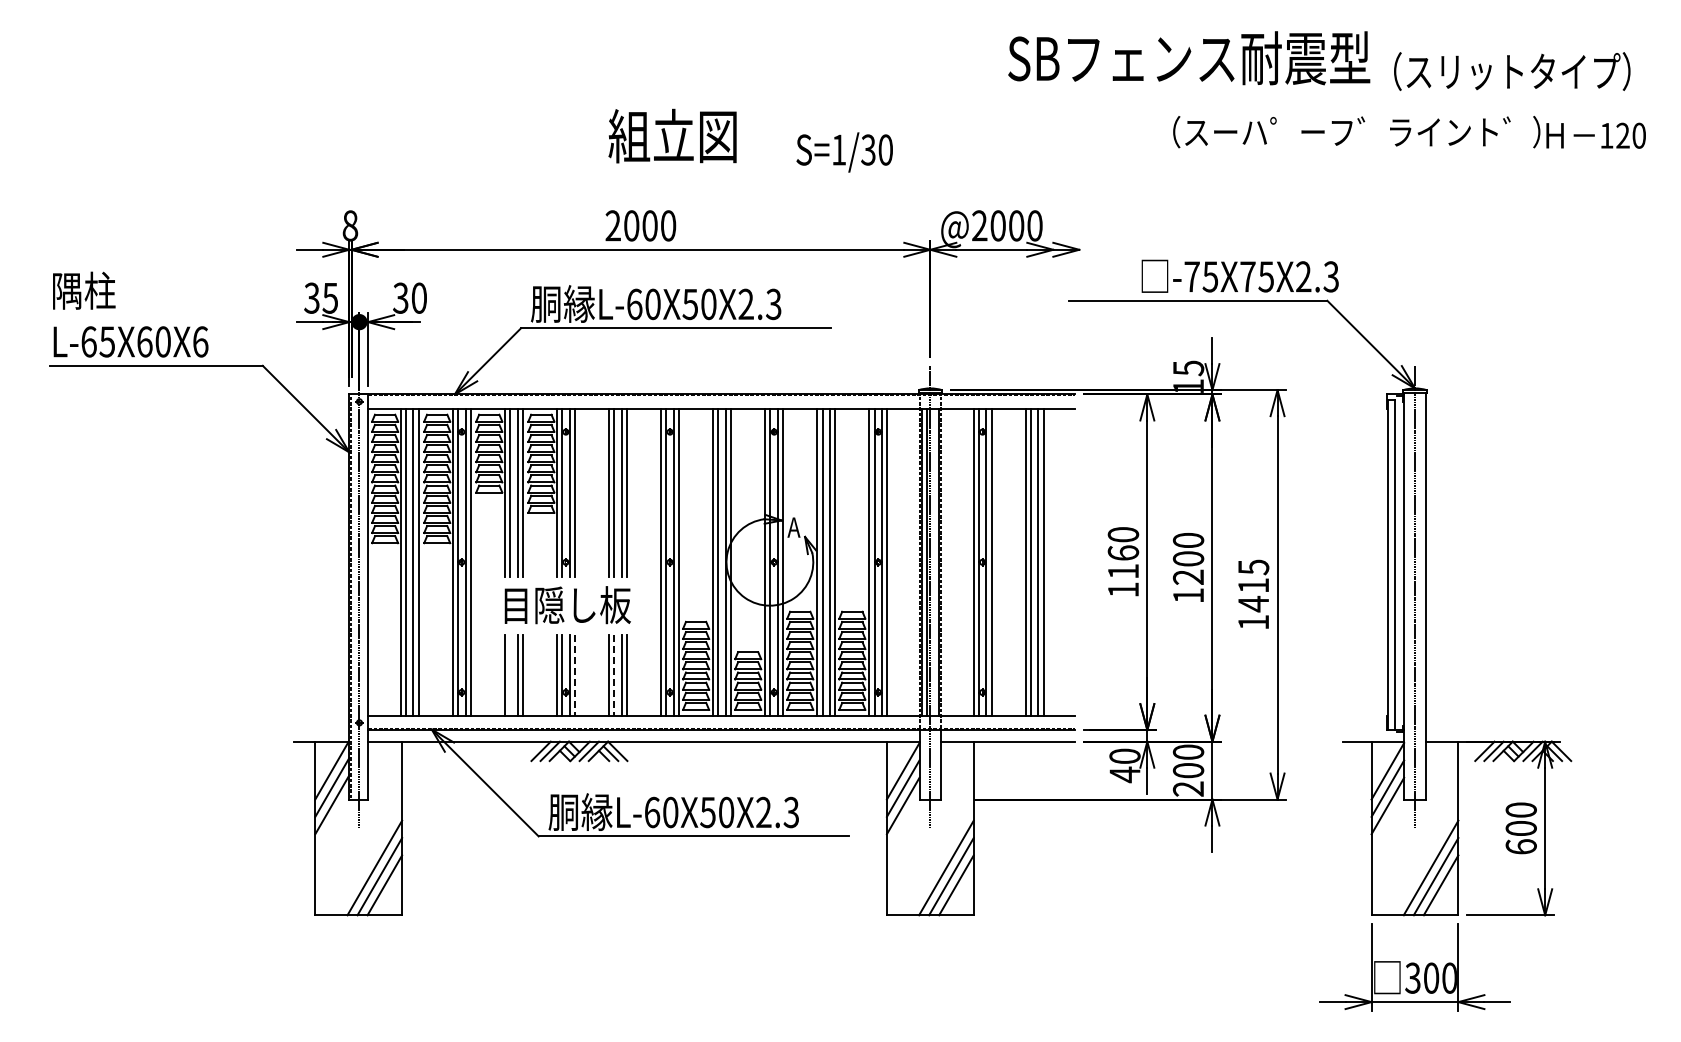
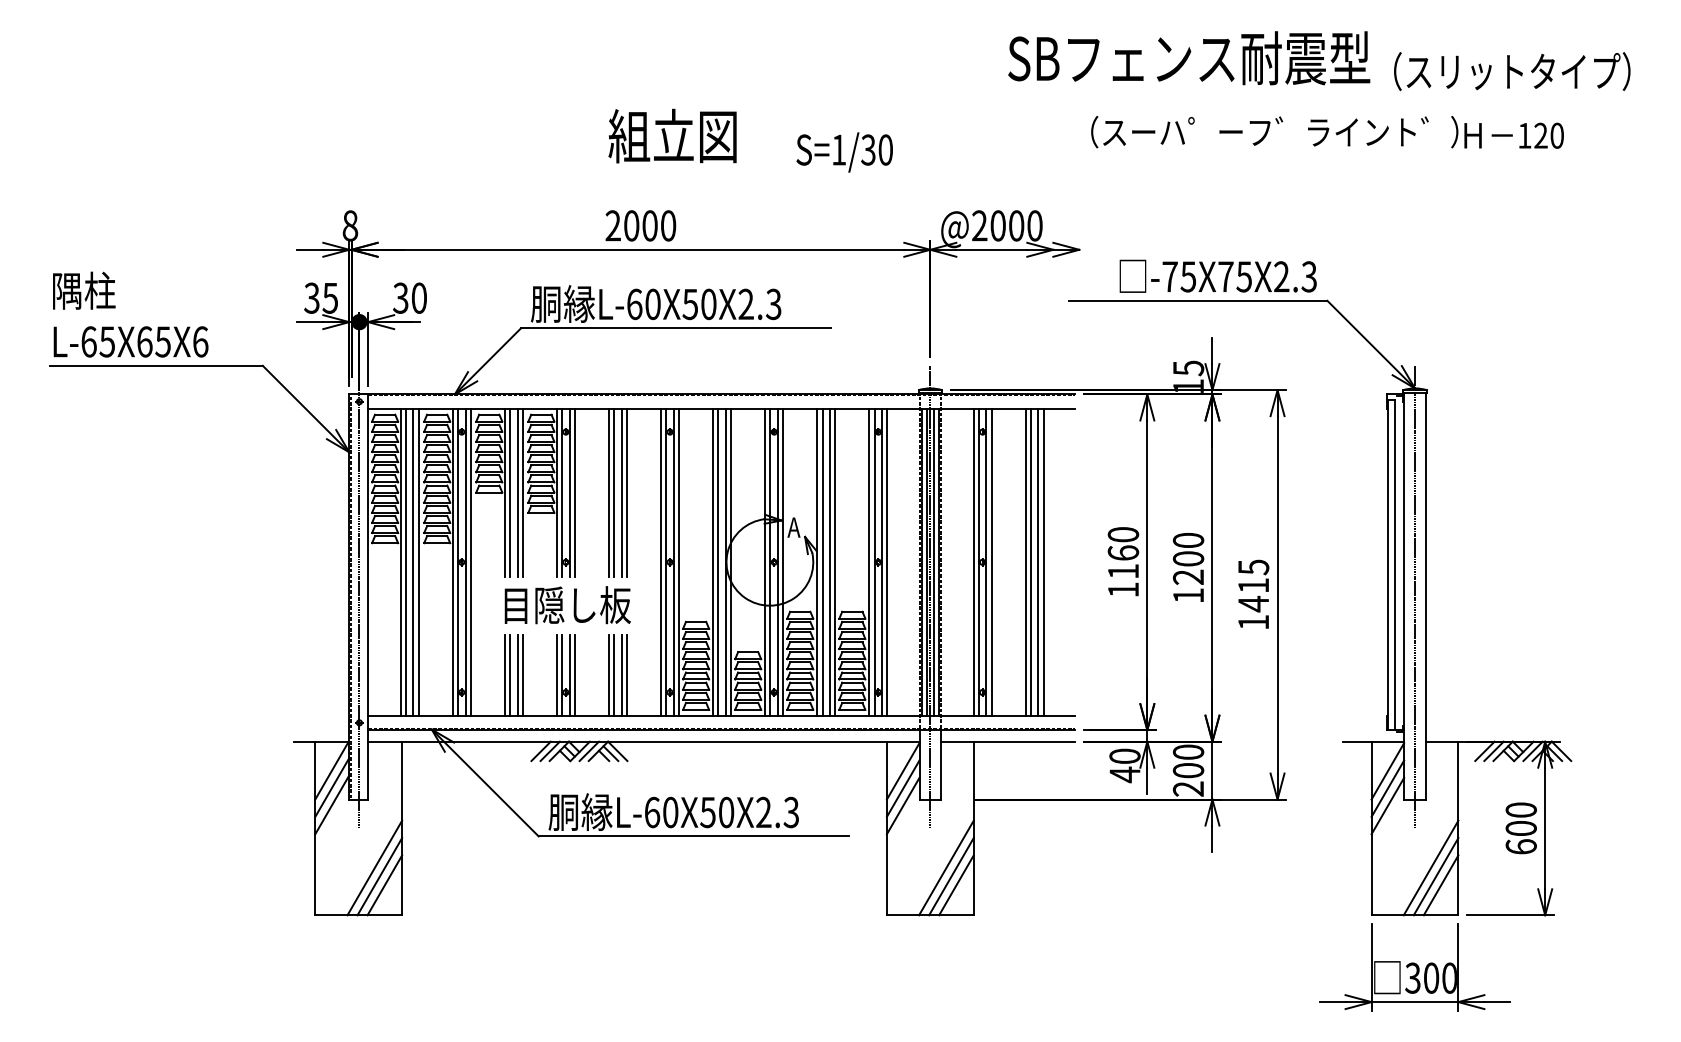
text at (1409, 132) position: (1409, 132) -> (1327, 132)
text at (1239, 275) position: (1239, 275) -> (1217, 275)
text at (162, 341): L-65X60X6 -> L-65X65X6
line at (934, 561): none -> present
line at (510, 674): none -> present
line at (574, 675): dashed -> solid
line at (614, 675): dashed -> solid
